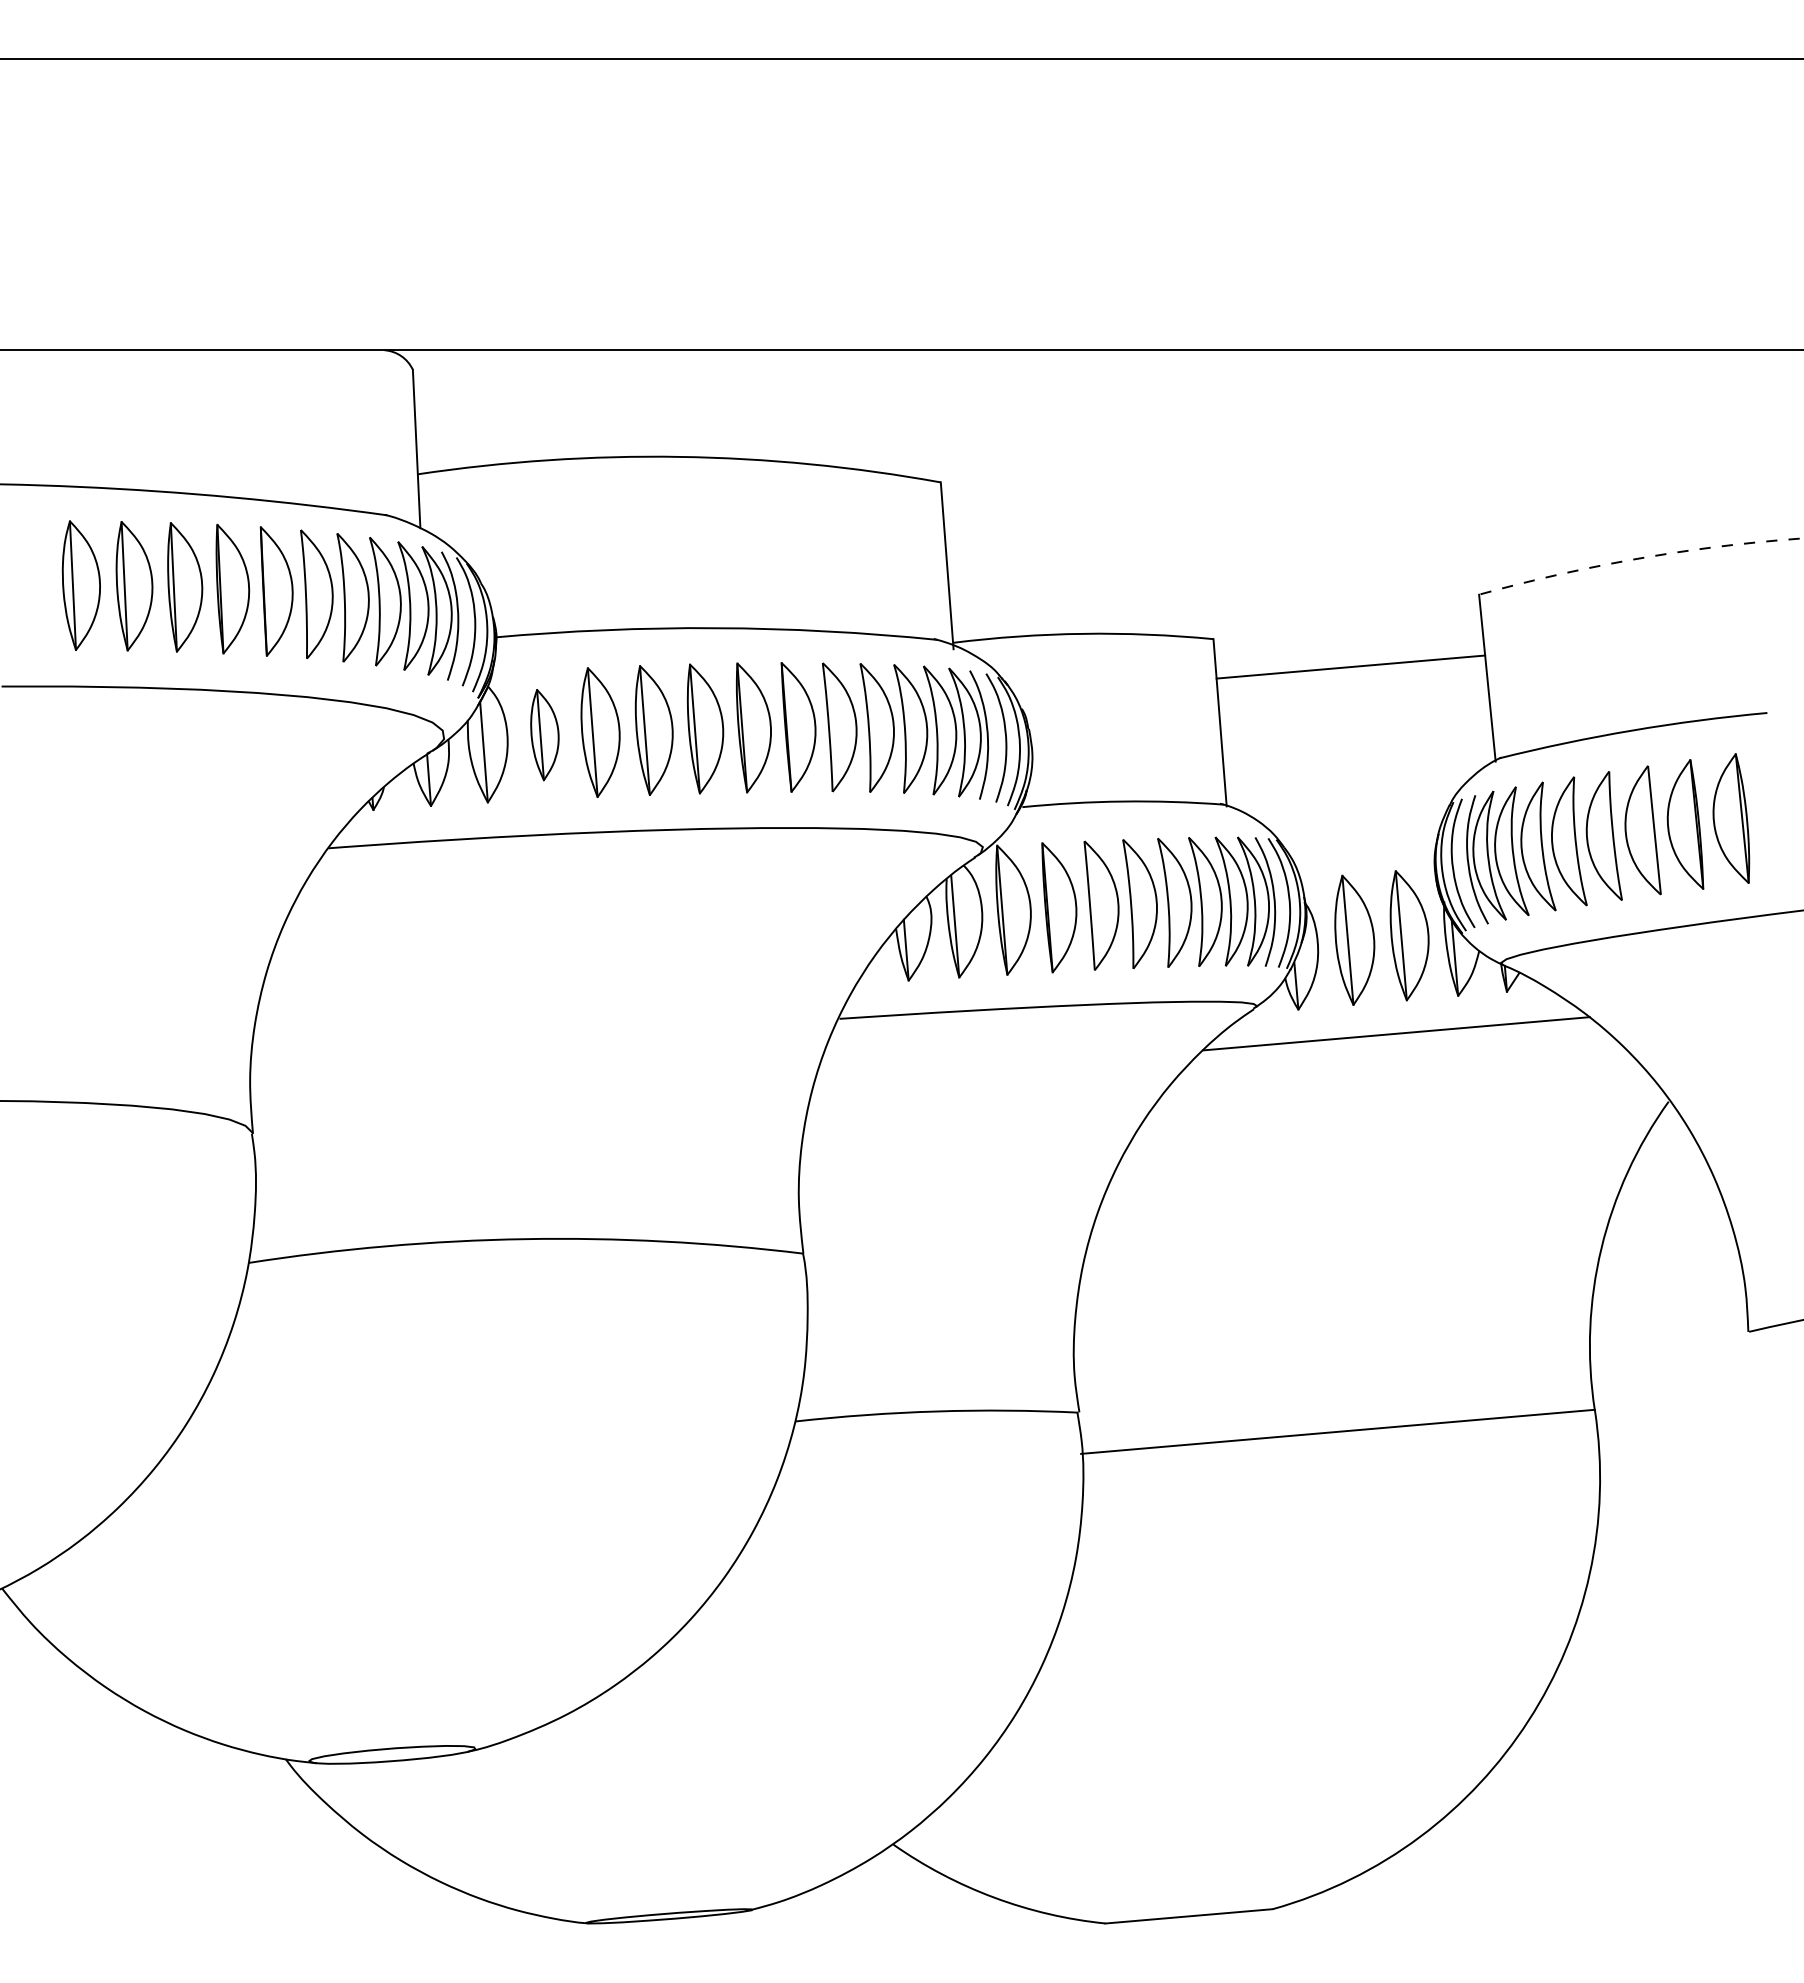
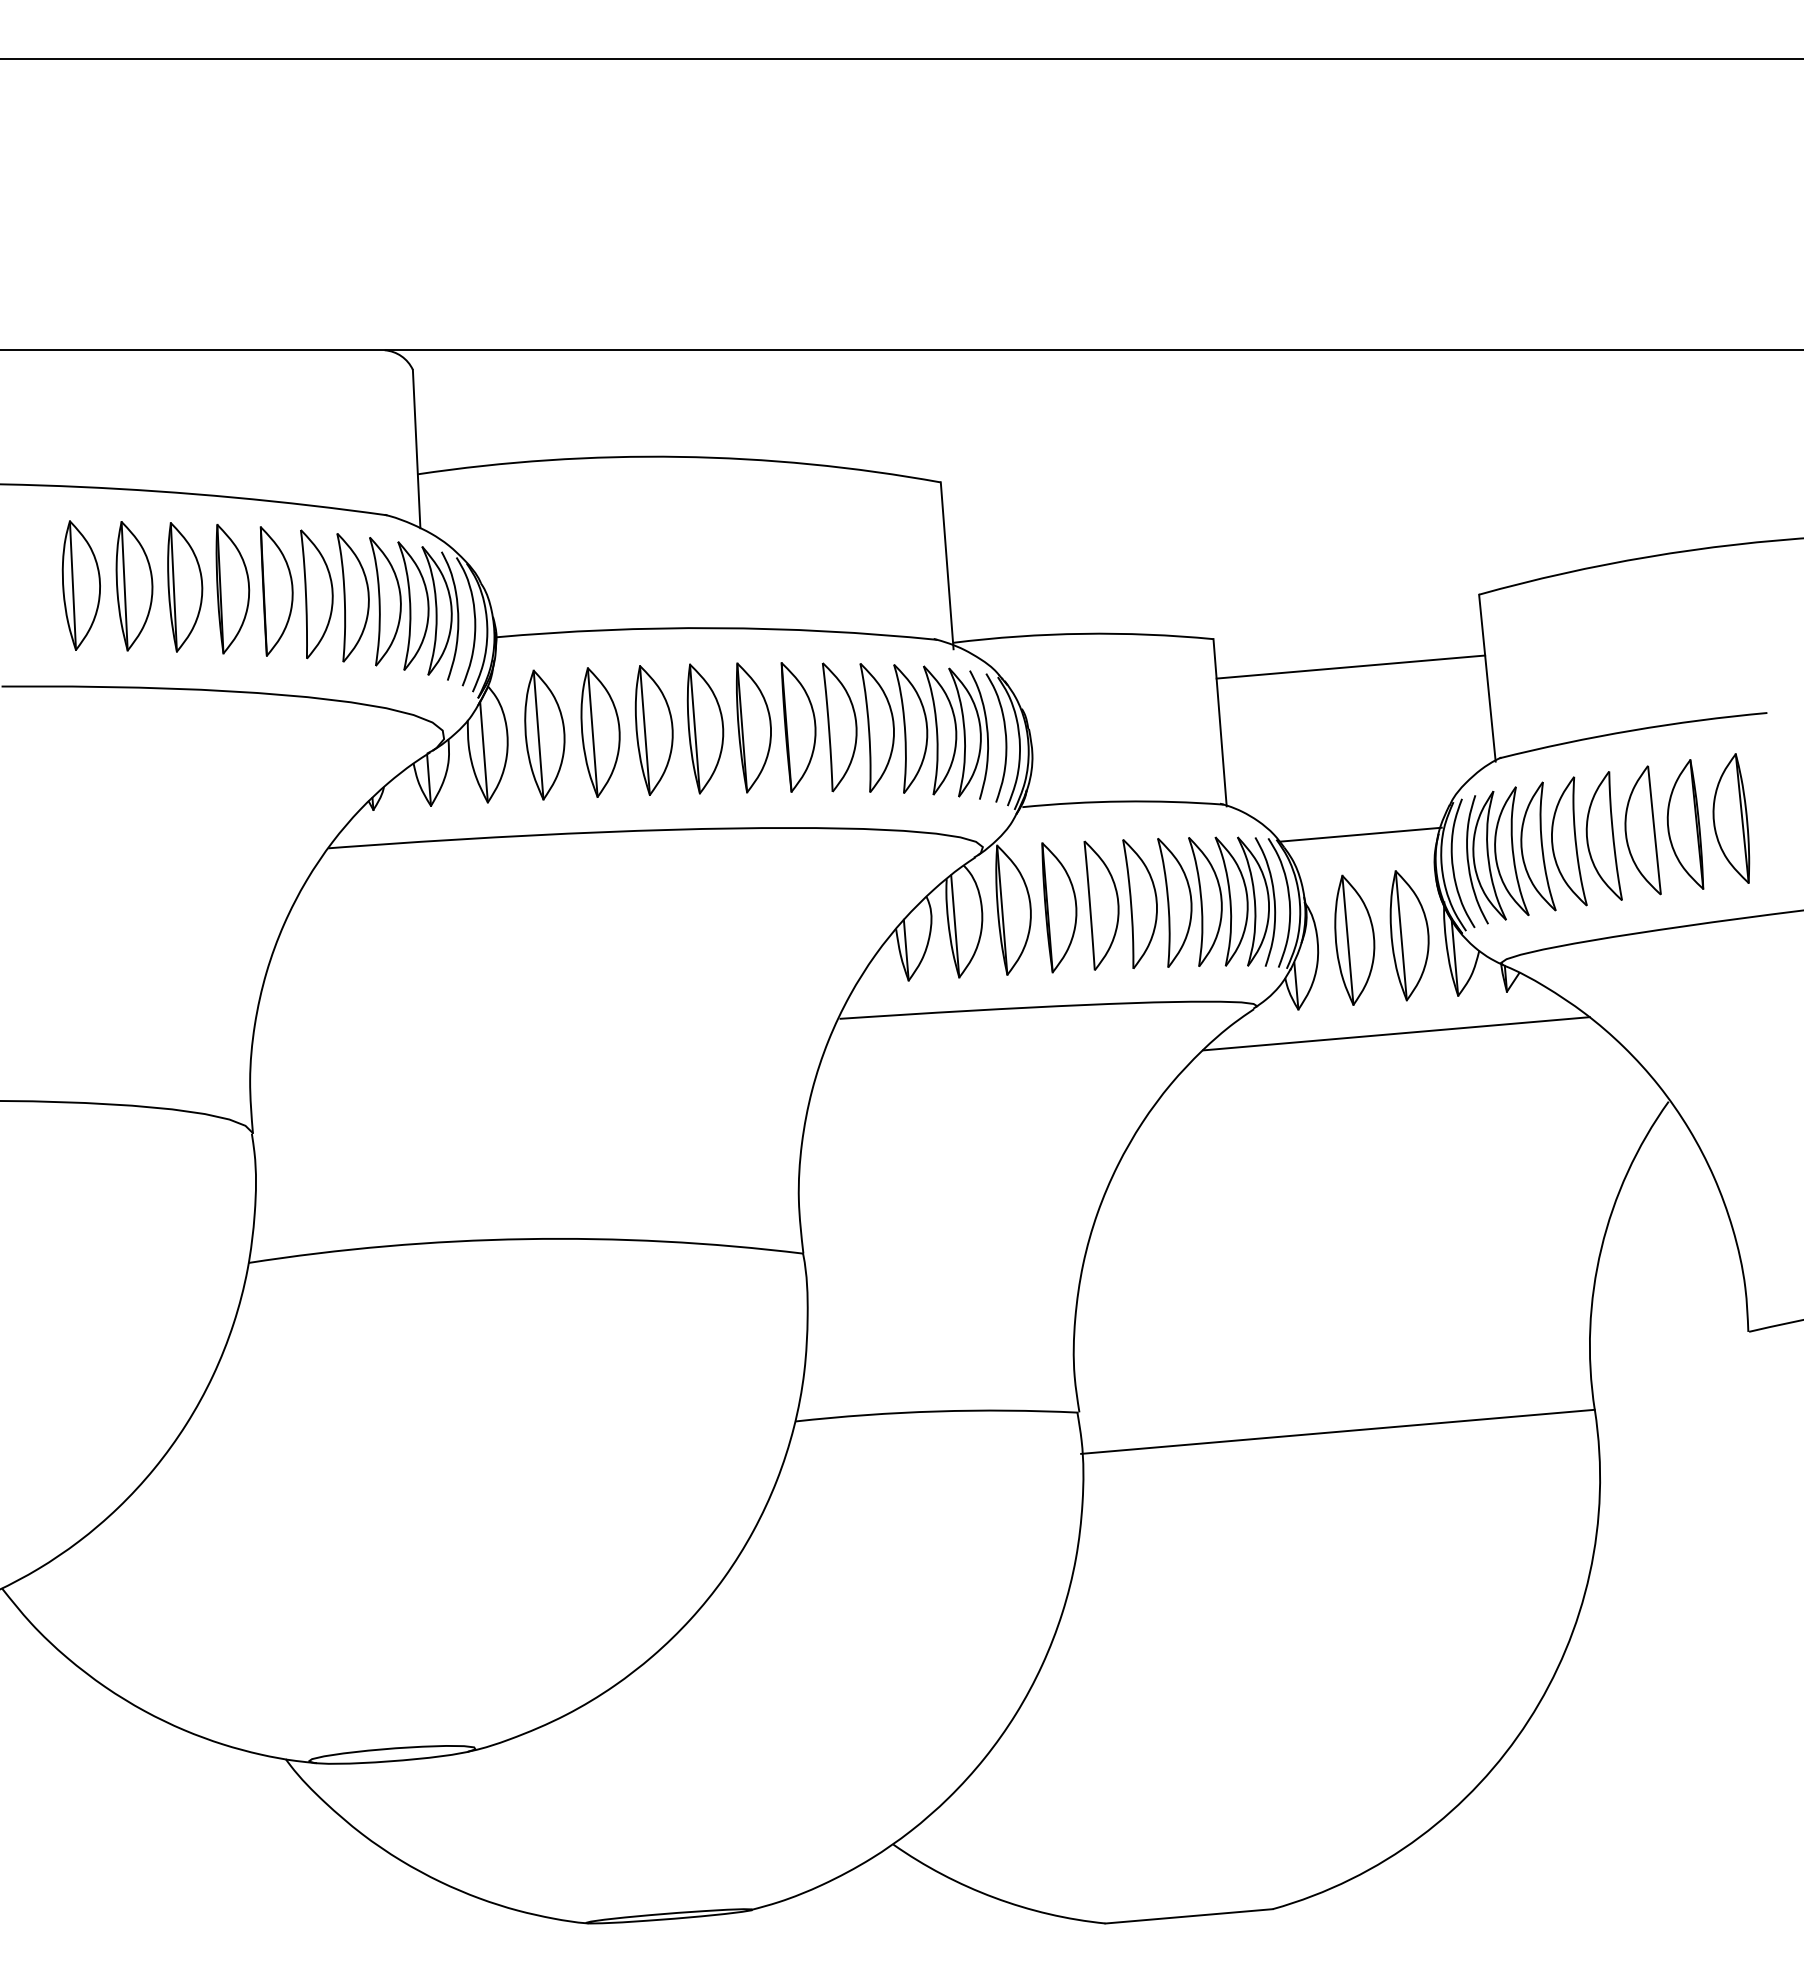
arc at (1640, 558): dashed -> solid
part at (544, 735) size: 30x93 px -> 42x132 px
line at (1360, 834): none -> present
